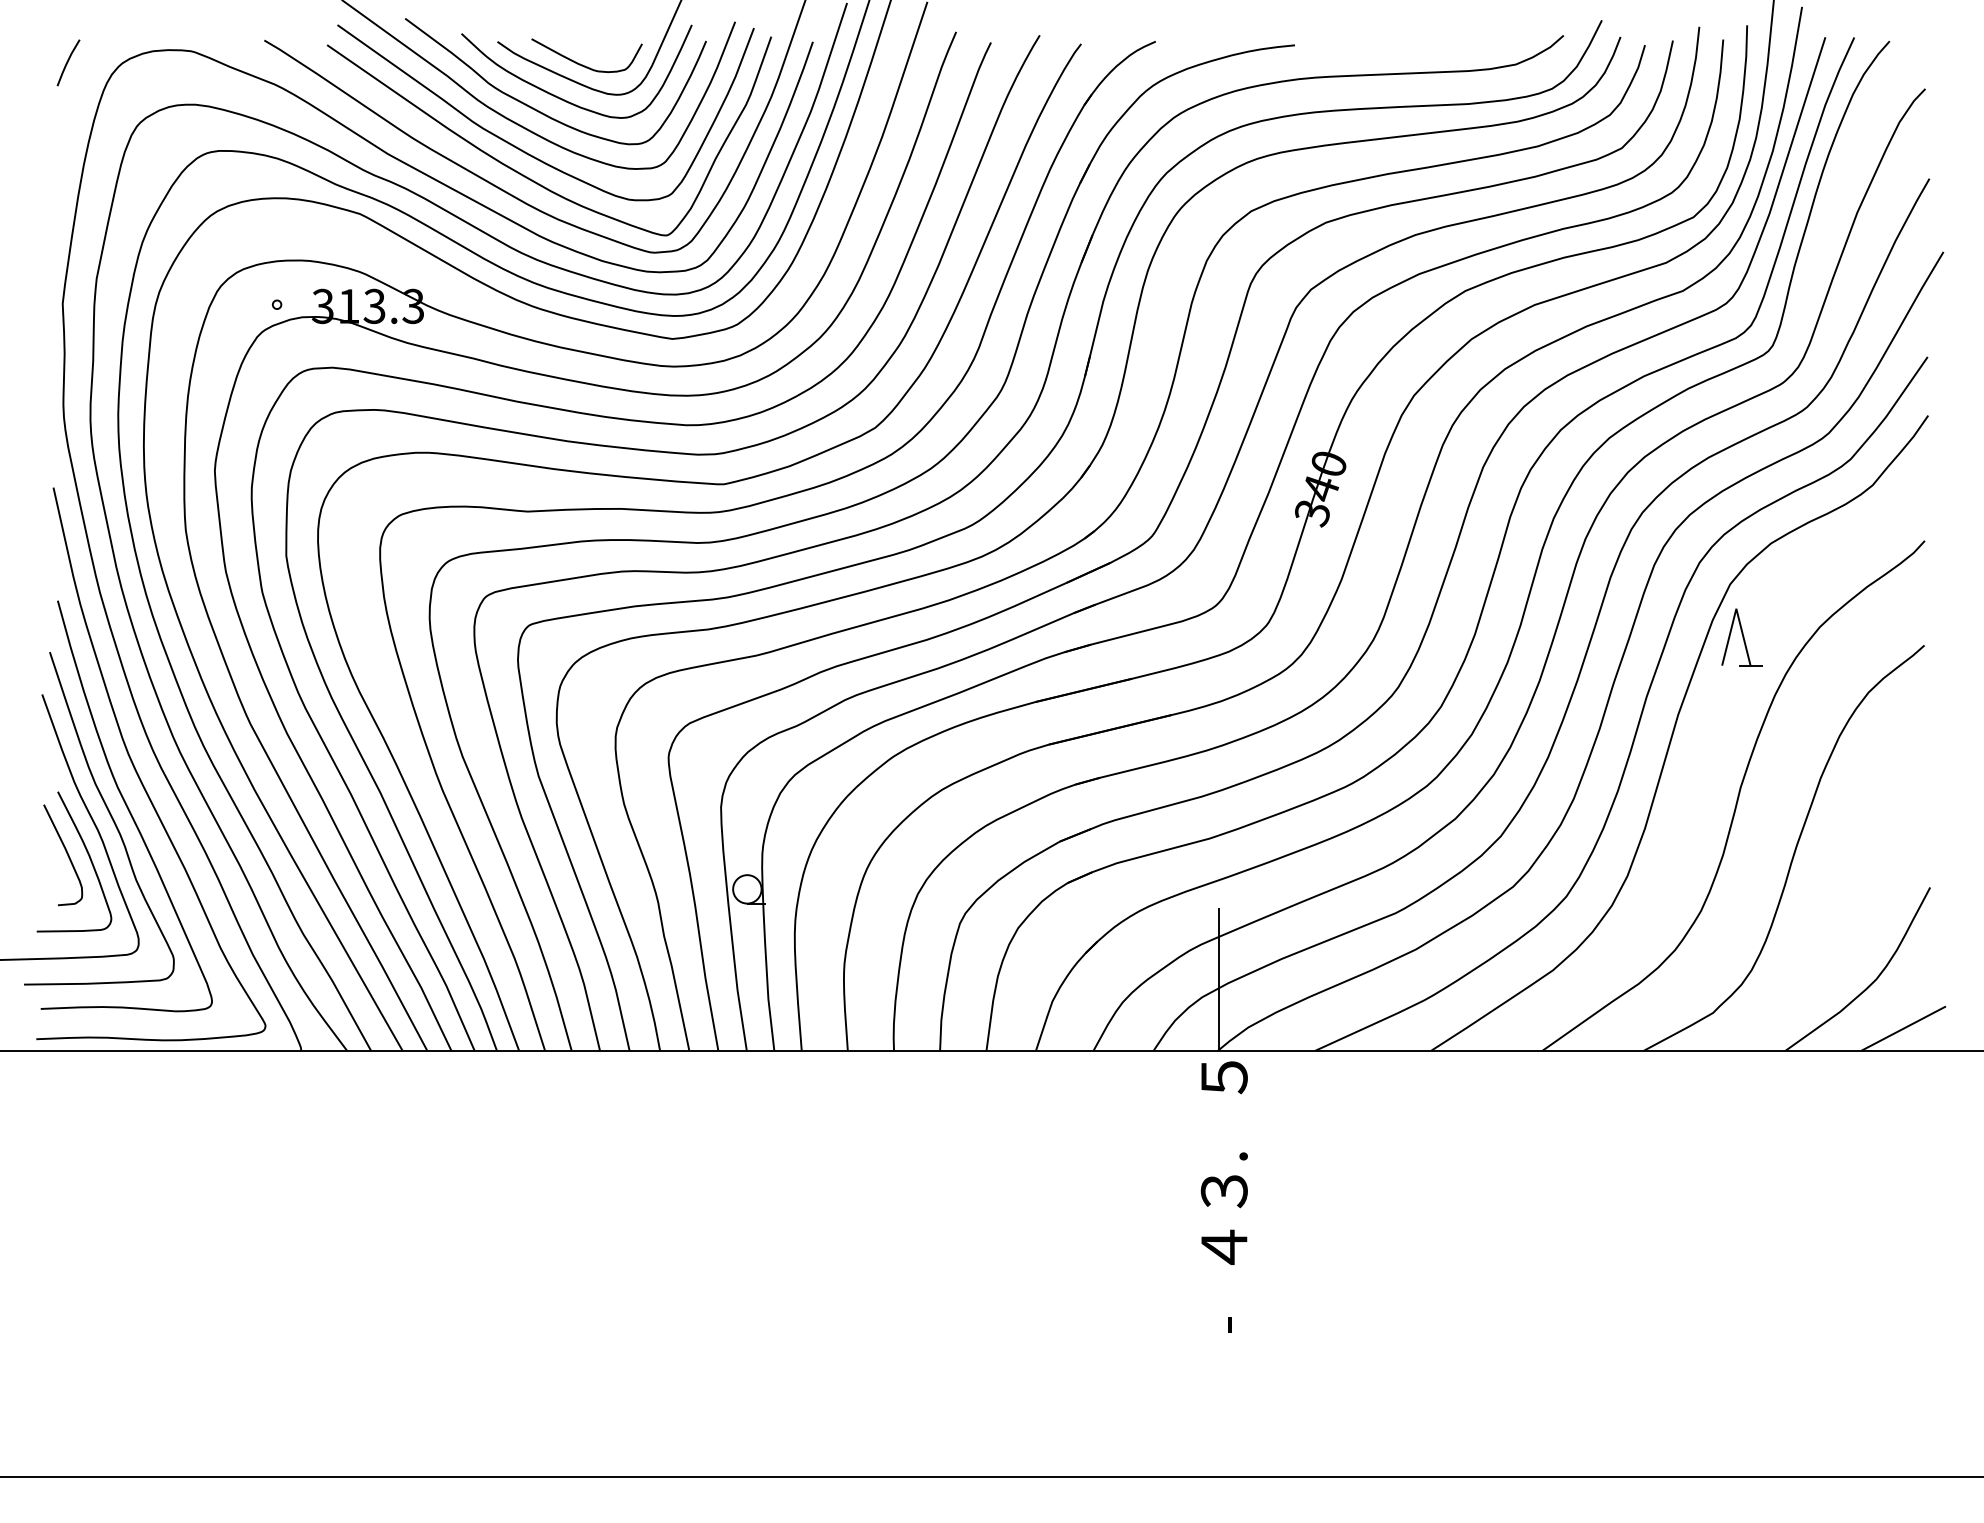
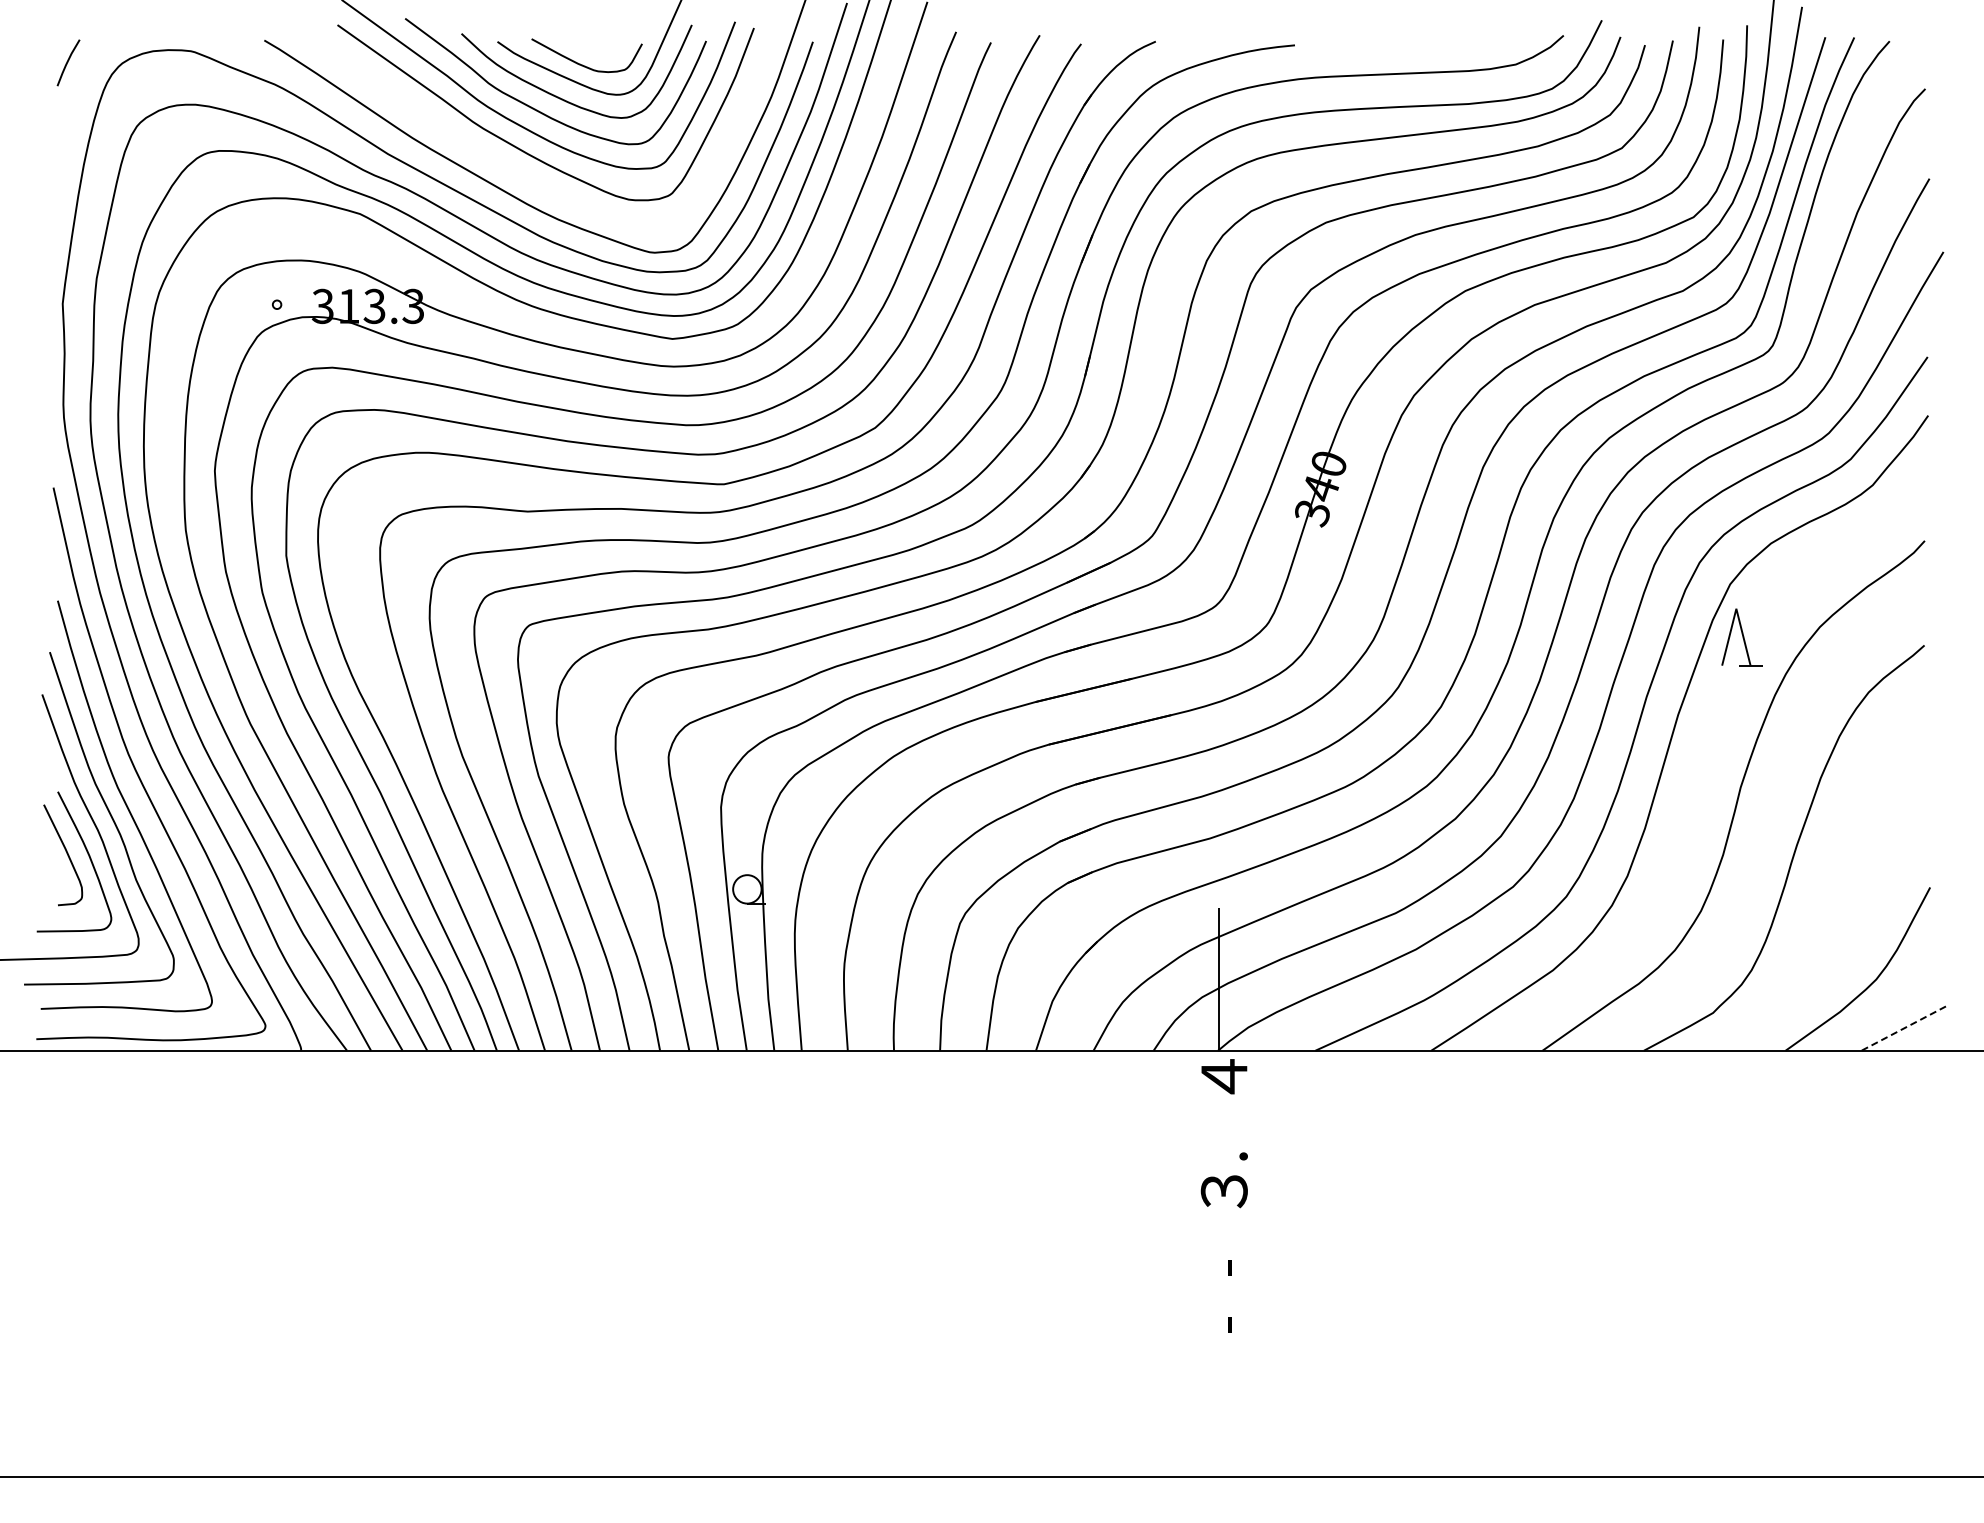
curve at (527, 176): present -> none
line at (1903, 1028): solid -> dashed
text at (1224, 1076): ５ -> ４
text at (1224, 1252): ４ -> -
